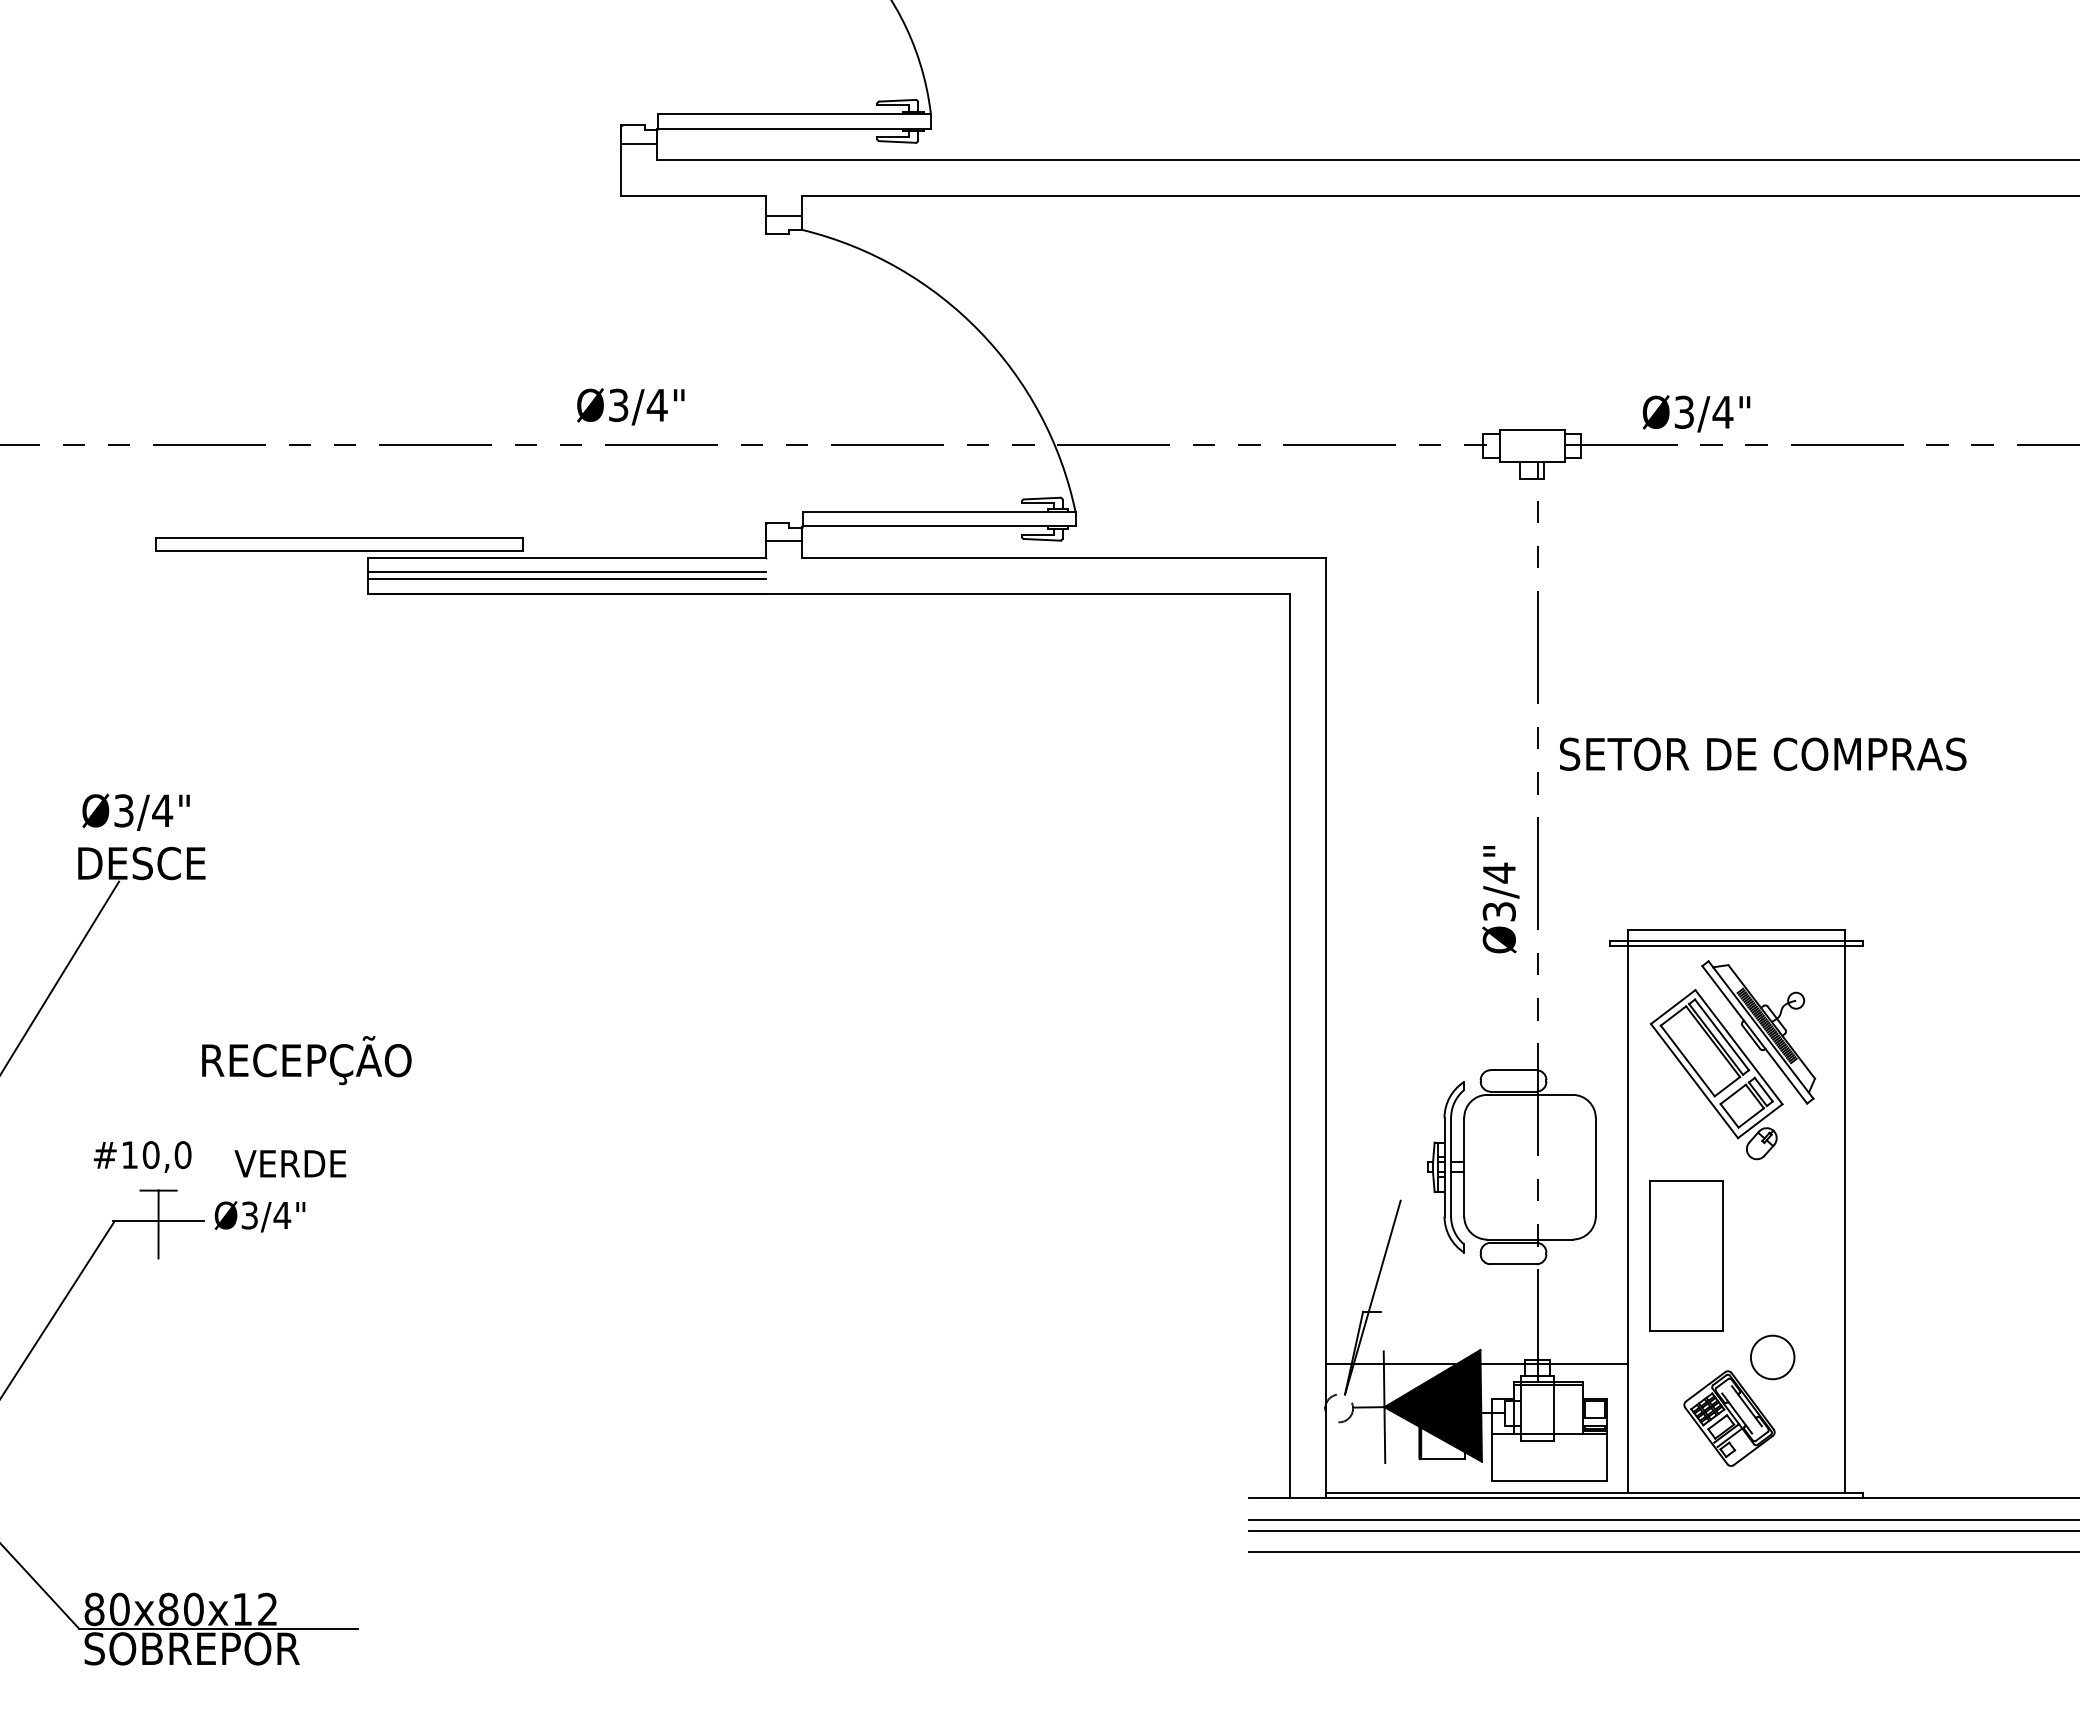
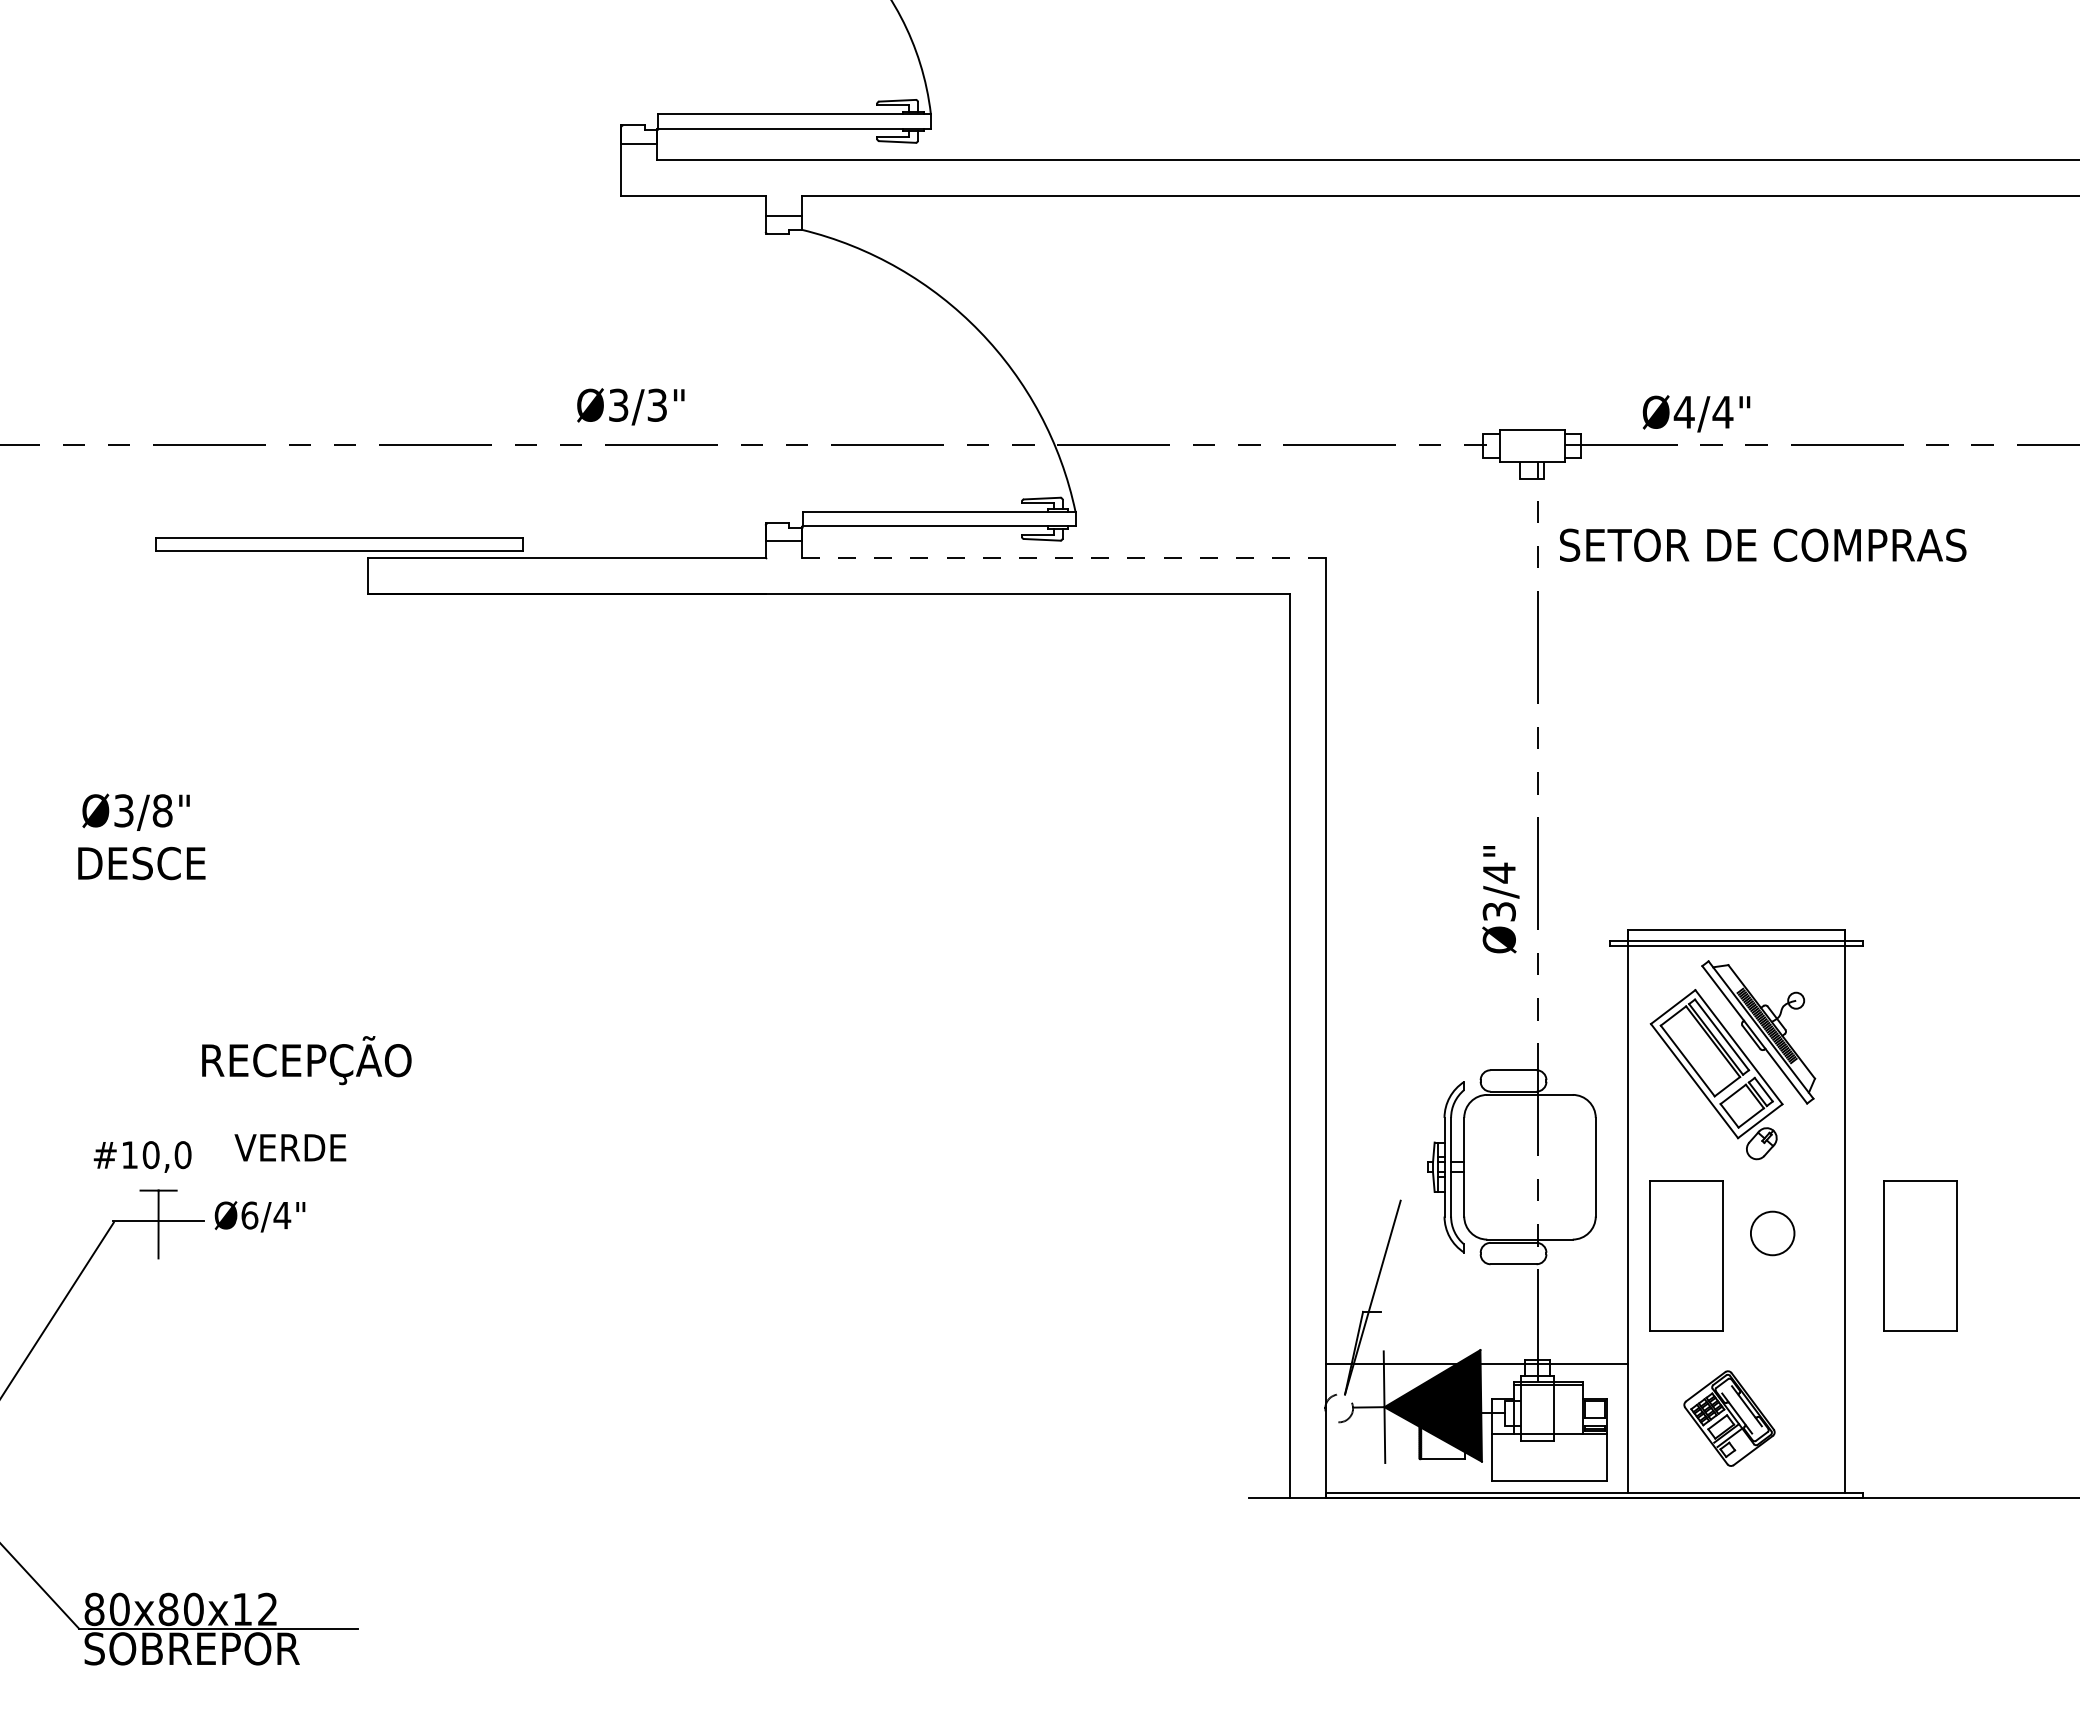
text at (656, 404): Ø3/4" -> Ø3/3"
text at (1683, 411): Ø3/4" -> Ø4/4"
line at (1063, 557): solid -> dashed
line at (566, 571): present -> none
line at (566, 579): present -> none
text at (1763, 753) position: (1763, 753) -> (1763, 544)
text at (162, 810): Ø3/4" -> Ø3/8"
line at (60, 976): present -> none
text at (290, 1163) position: (290, 1163) -> (290, 1147)
text at (249, 1215): Ø3/4" -> Ø6/4"
part at (1920, 1255): none -> present
circle at (1772, 1357) position: (1772, 1357) -> (1772, 1233)
line at (1662, 1519): present -> none
line at (1662, 1530): present -> none
line at (1662, 1552): present -> none
